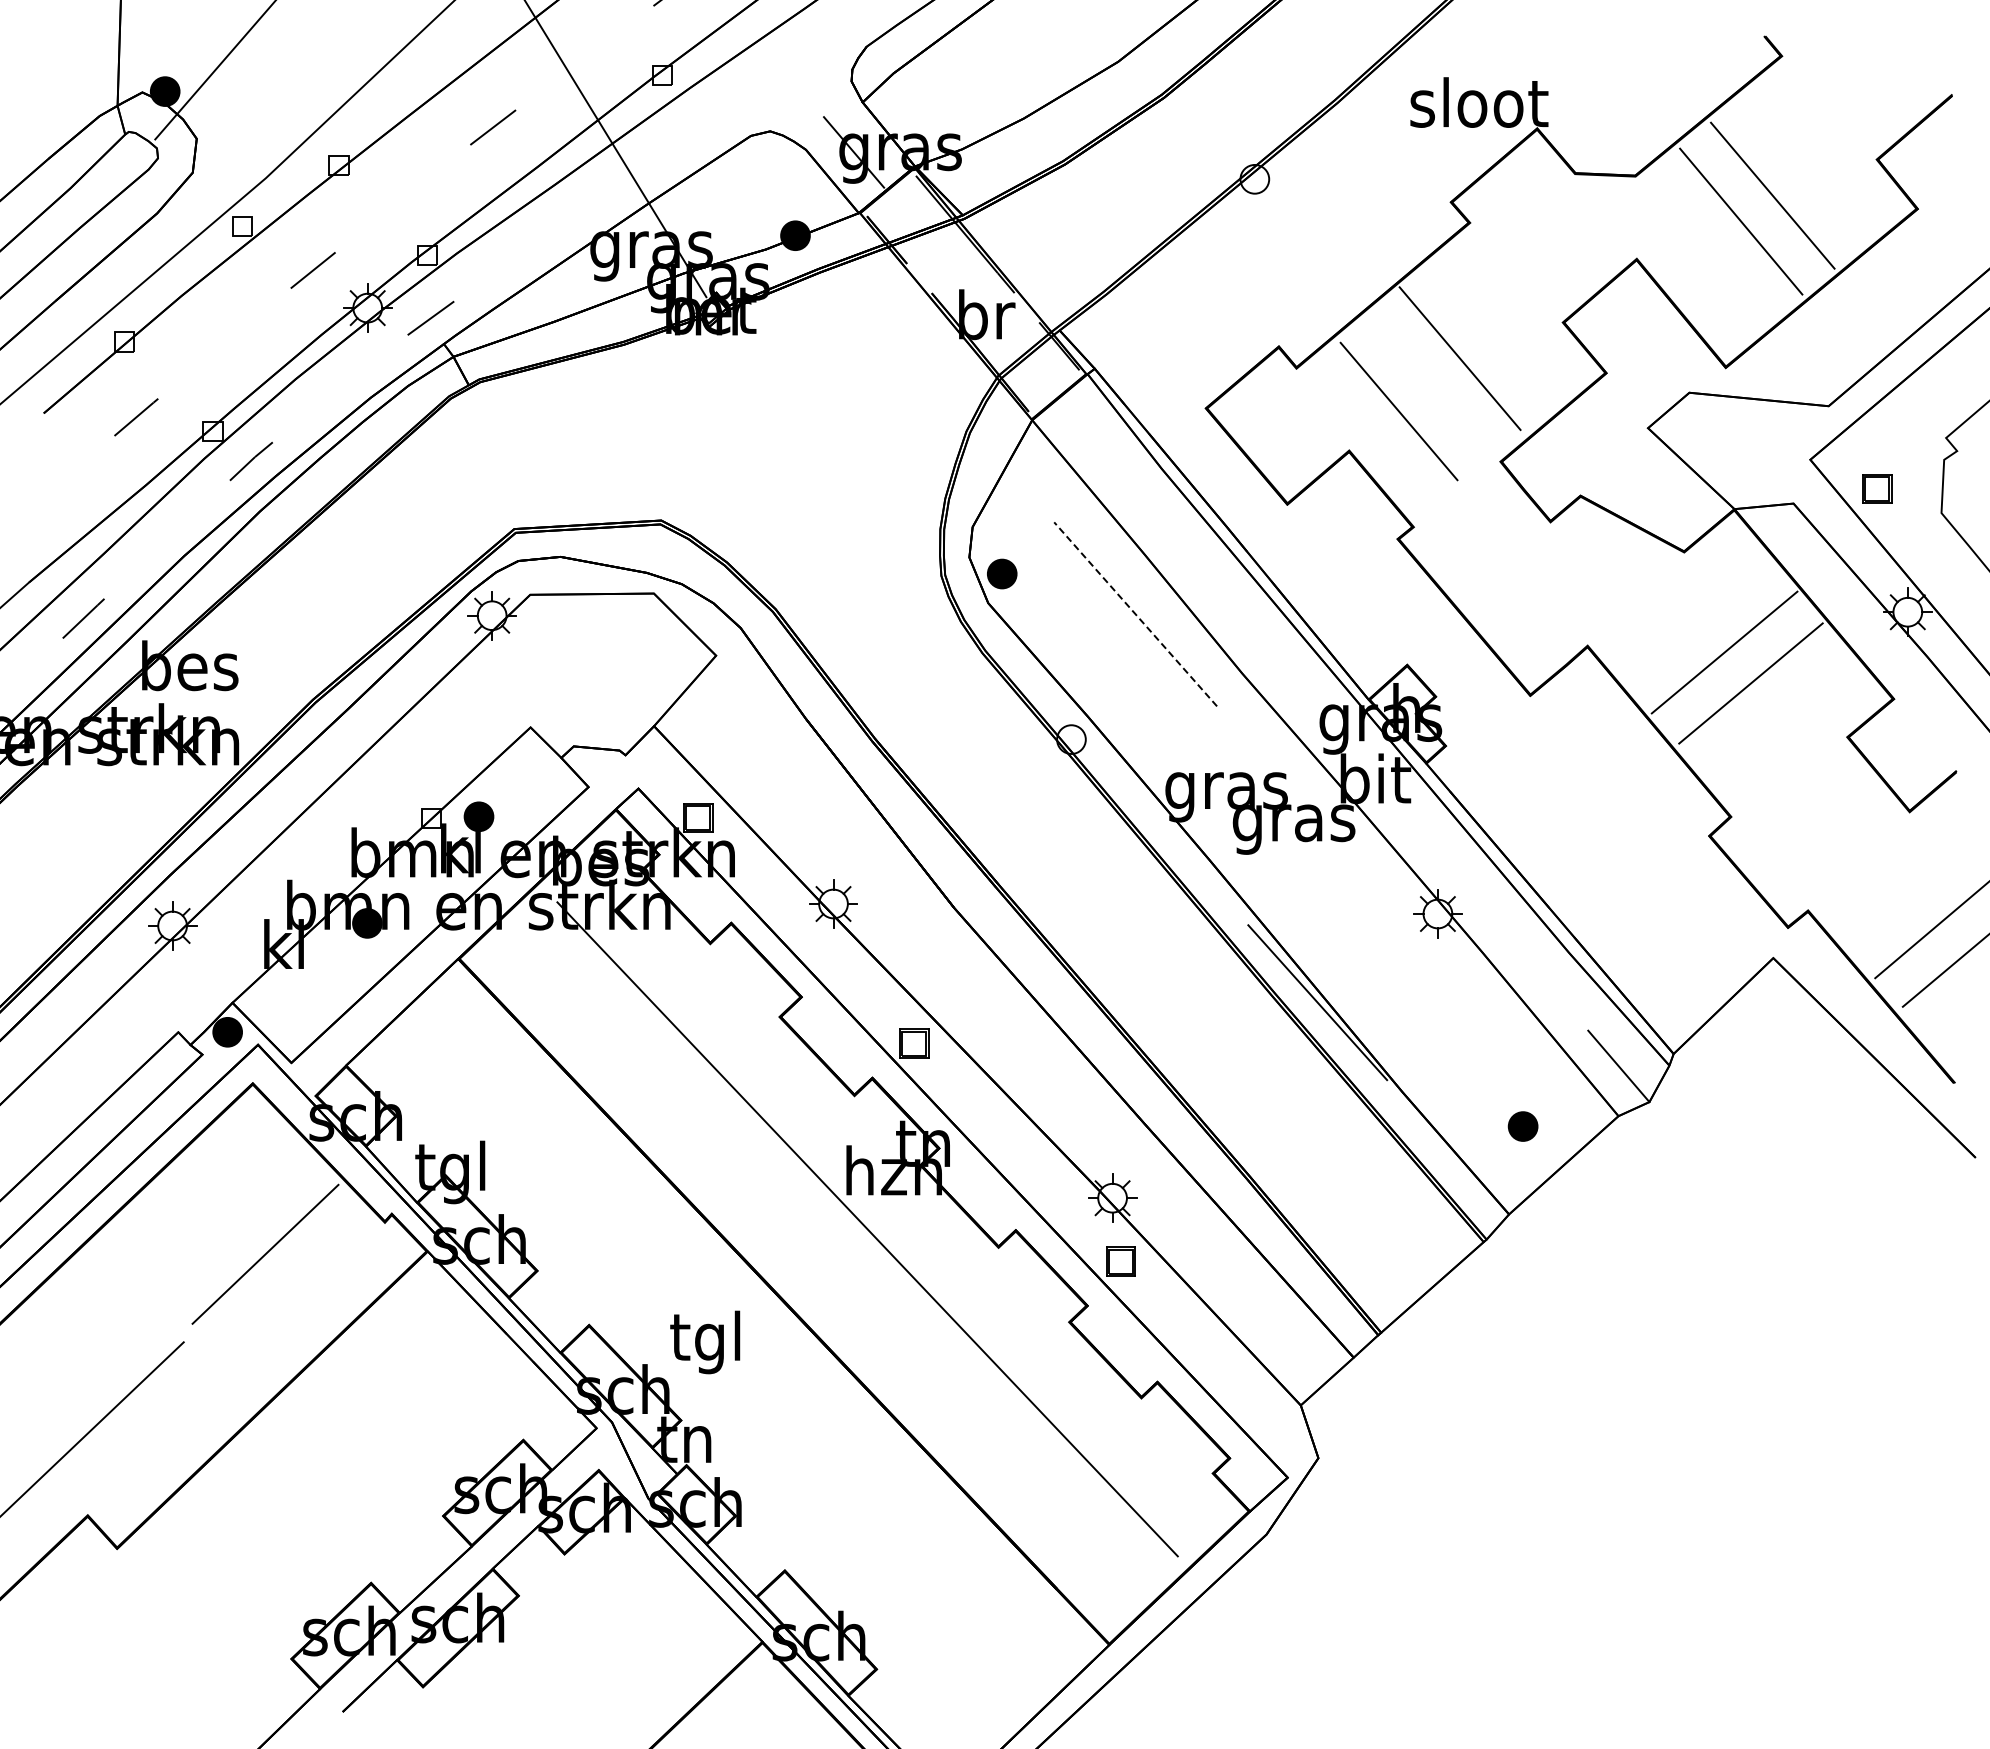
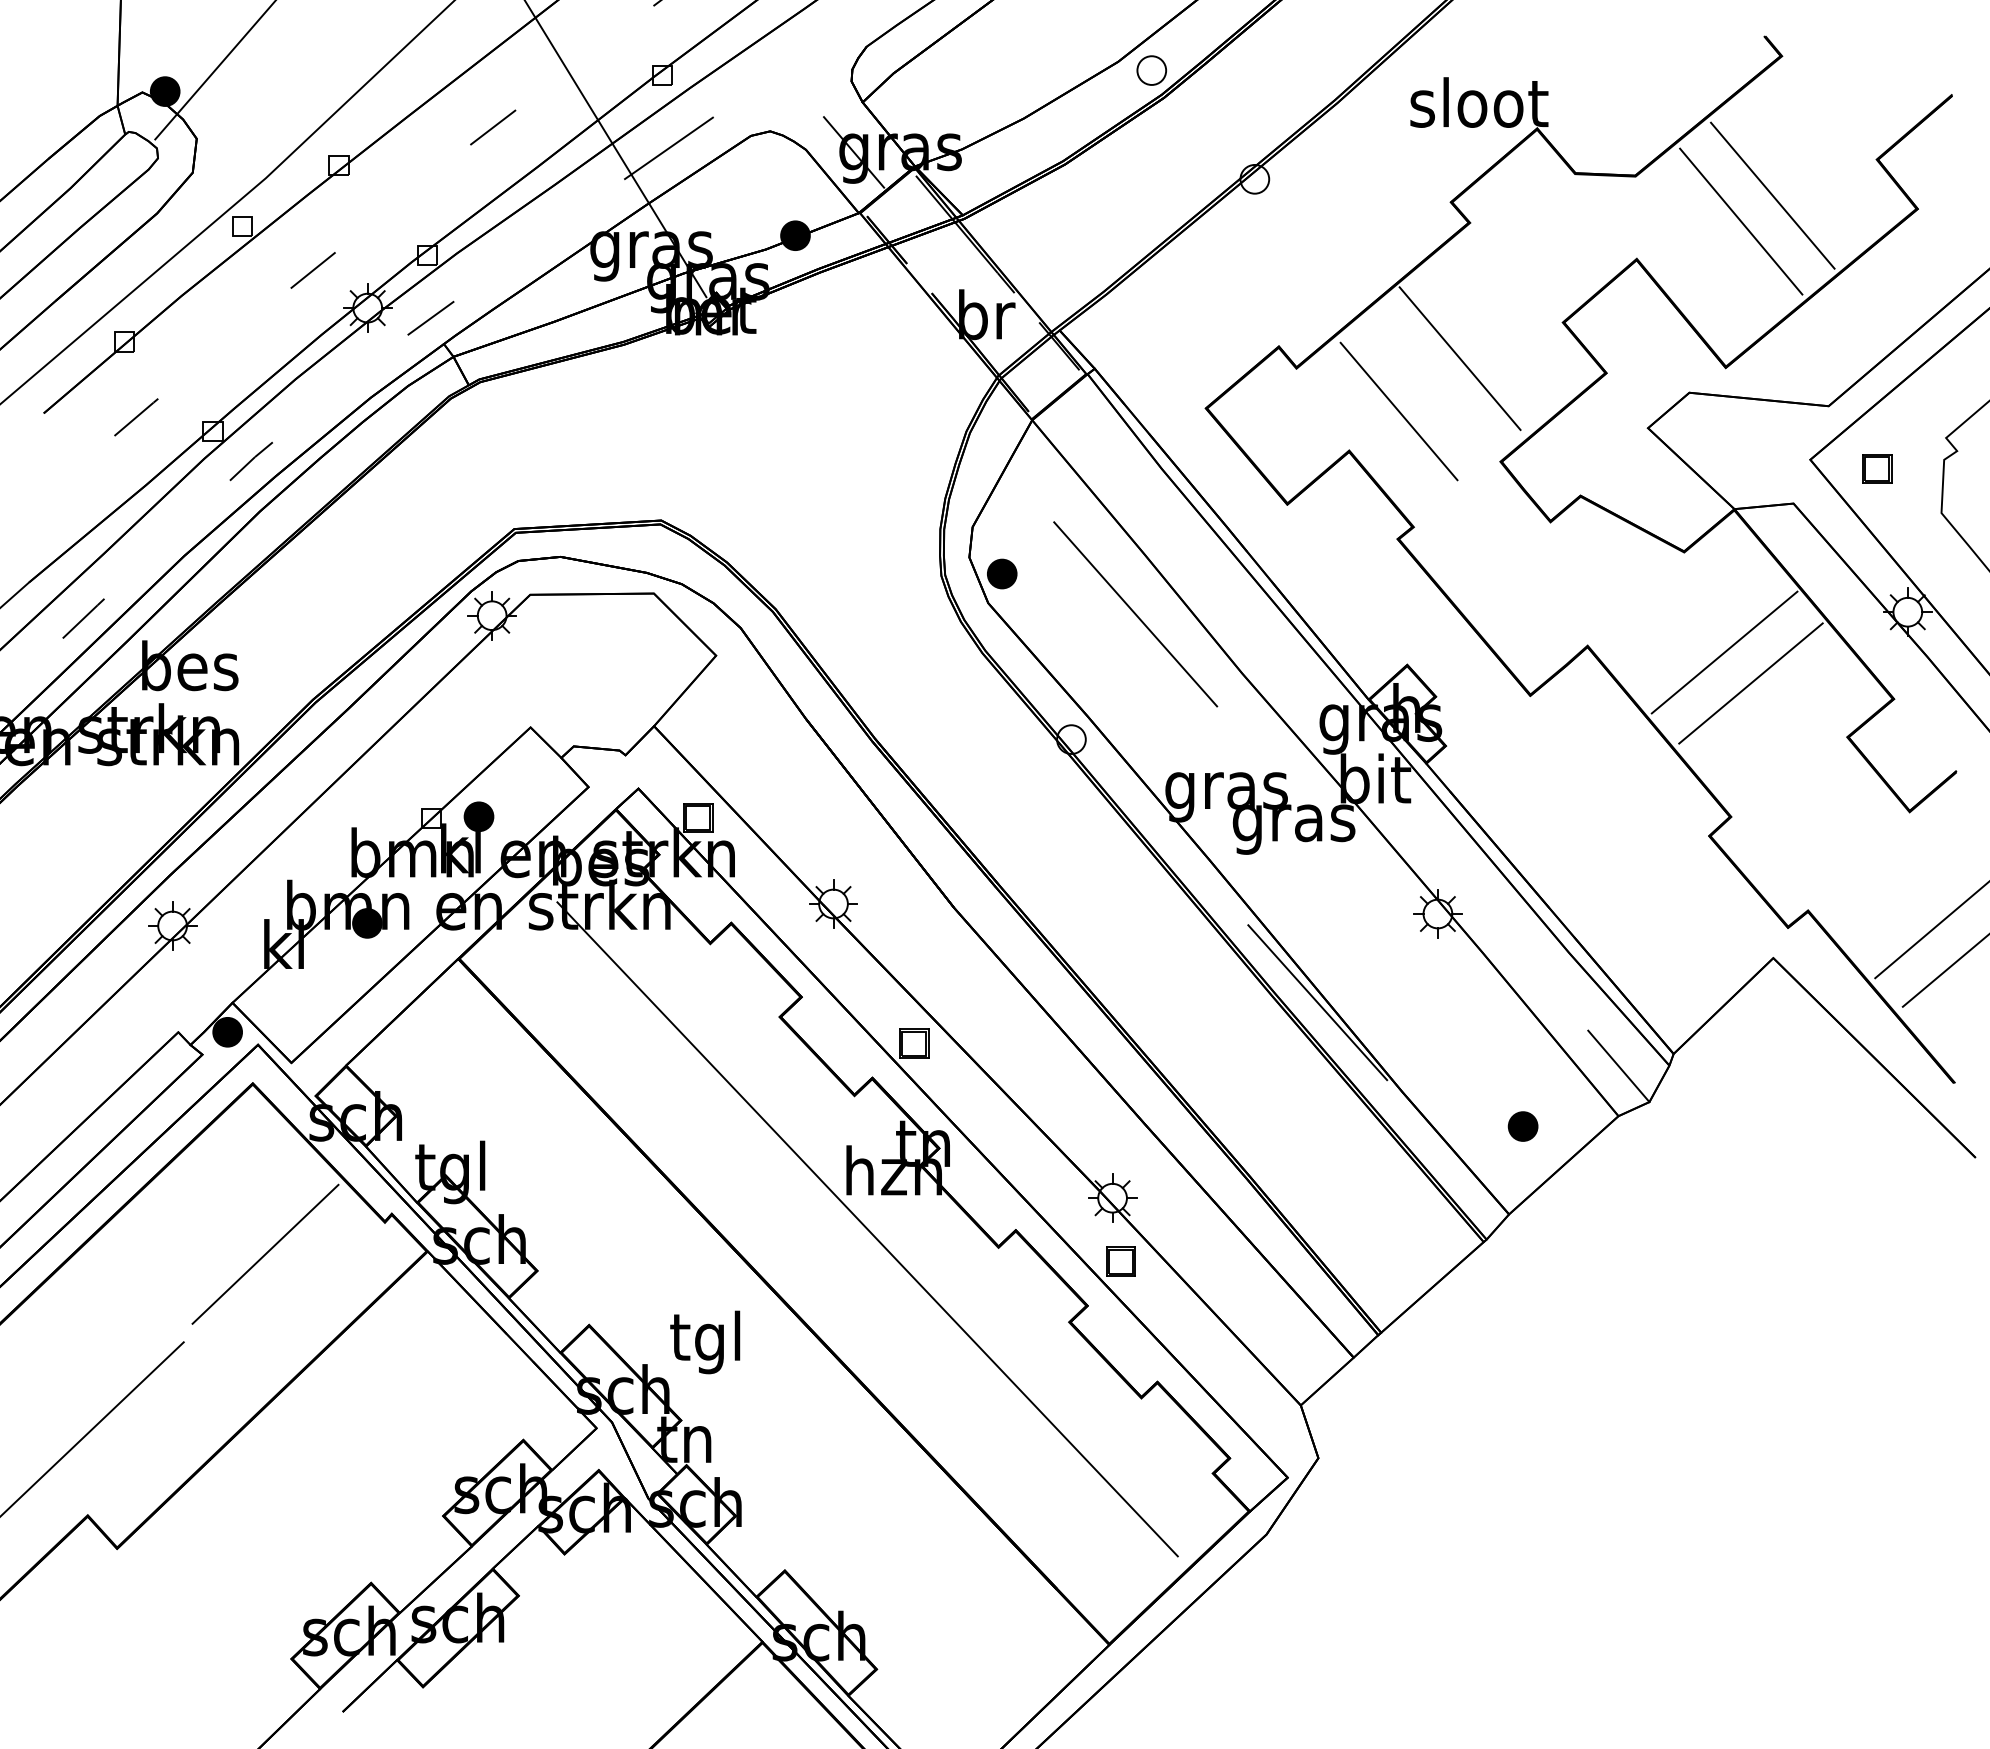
part at (1151, 70): none -> present
line at (668, 148): none -> present
part at (1877, 488) position: (1877, 488) -> (1877, 468)
line at (1135, 614): dashed -> solid
